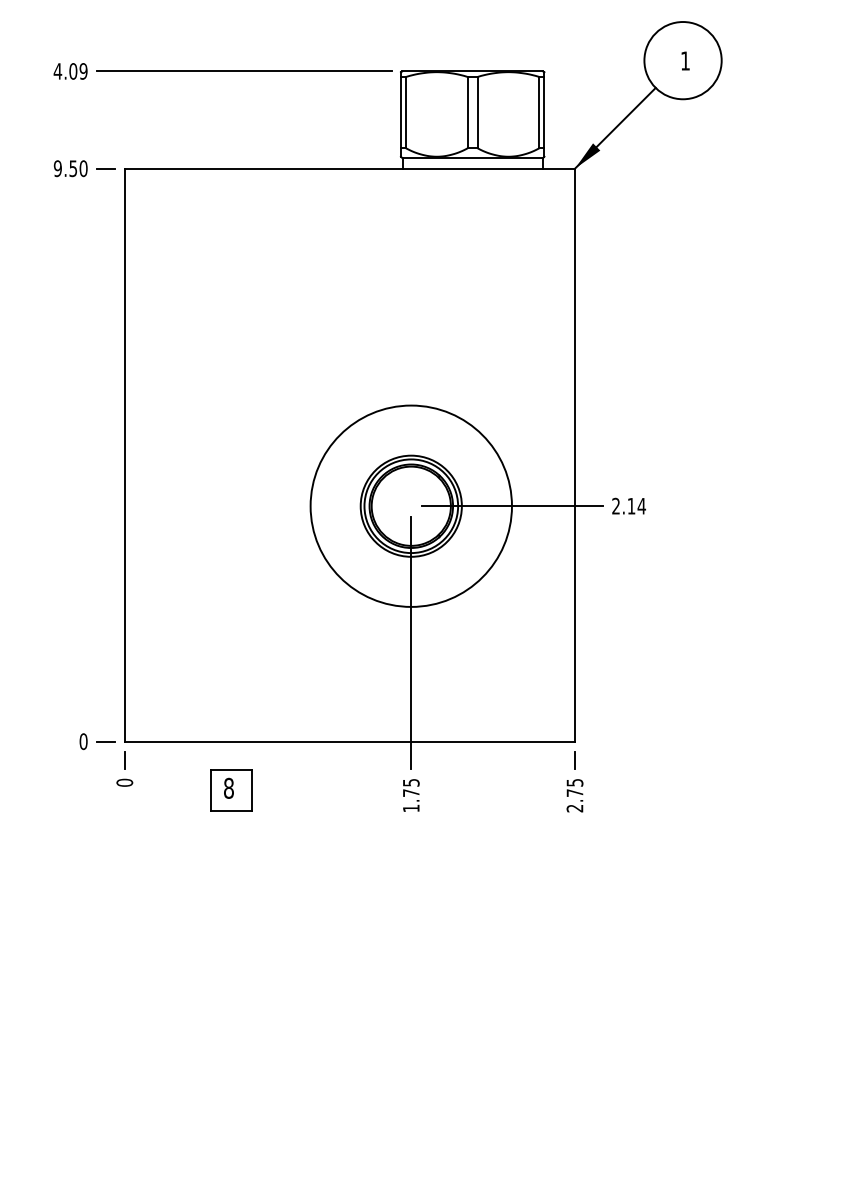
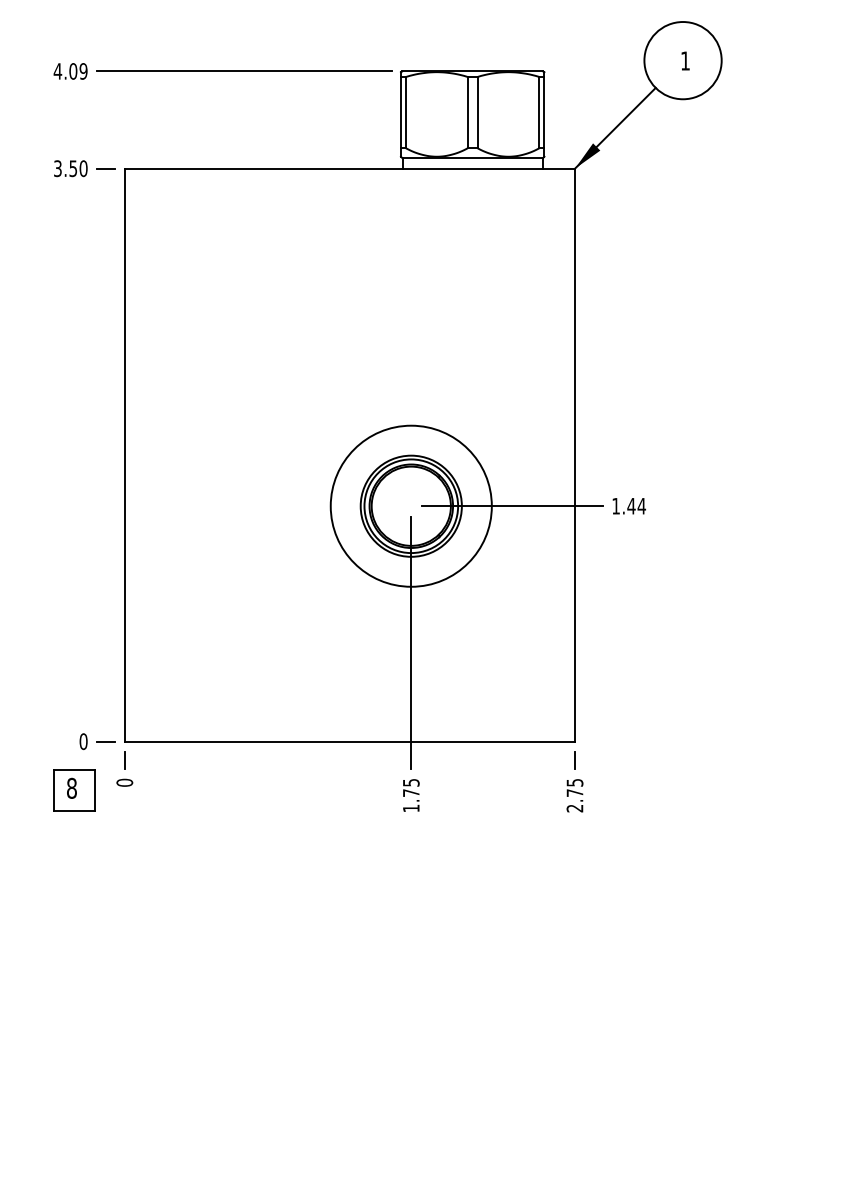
text at (57, 168): 9.50 -> 3.50
circle at (410, 505) diameter: 201 px -> 161 px
text at (623, 505): 2.14 -> 1.44
part at (231, 790) position: (231, 790) -> (74, 790)
